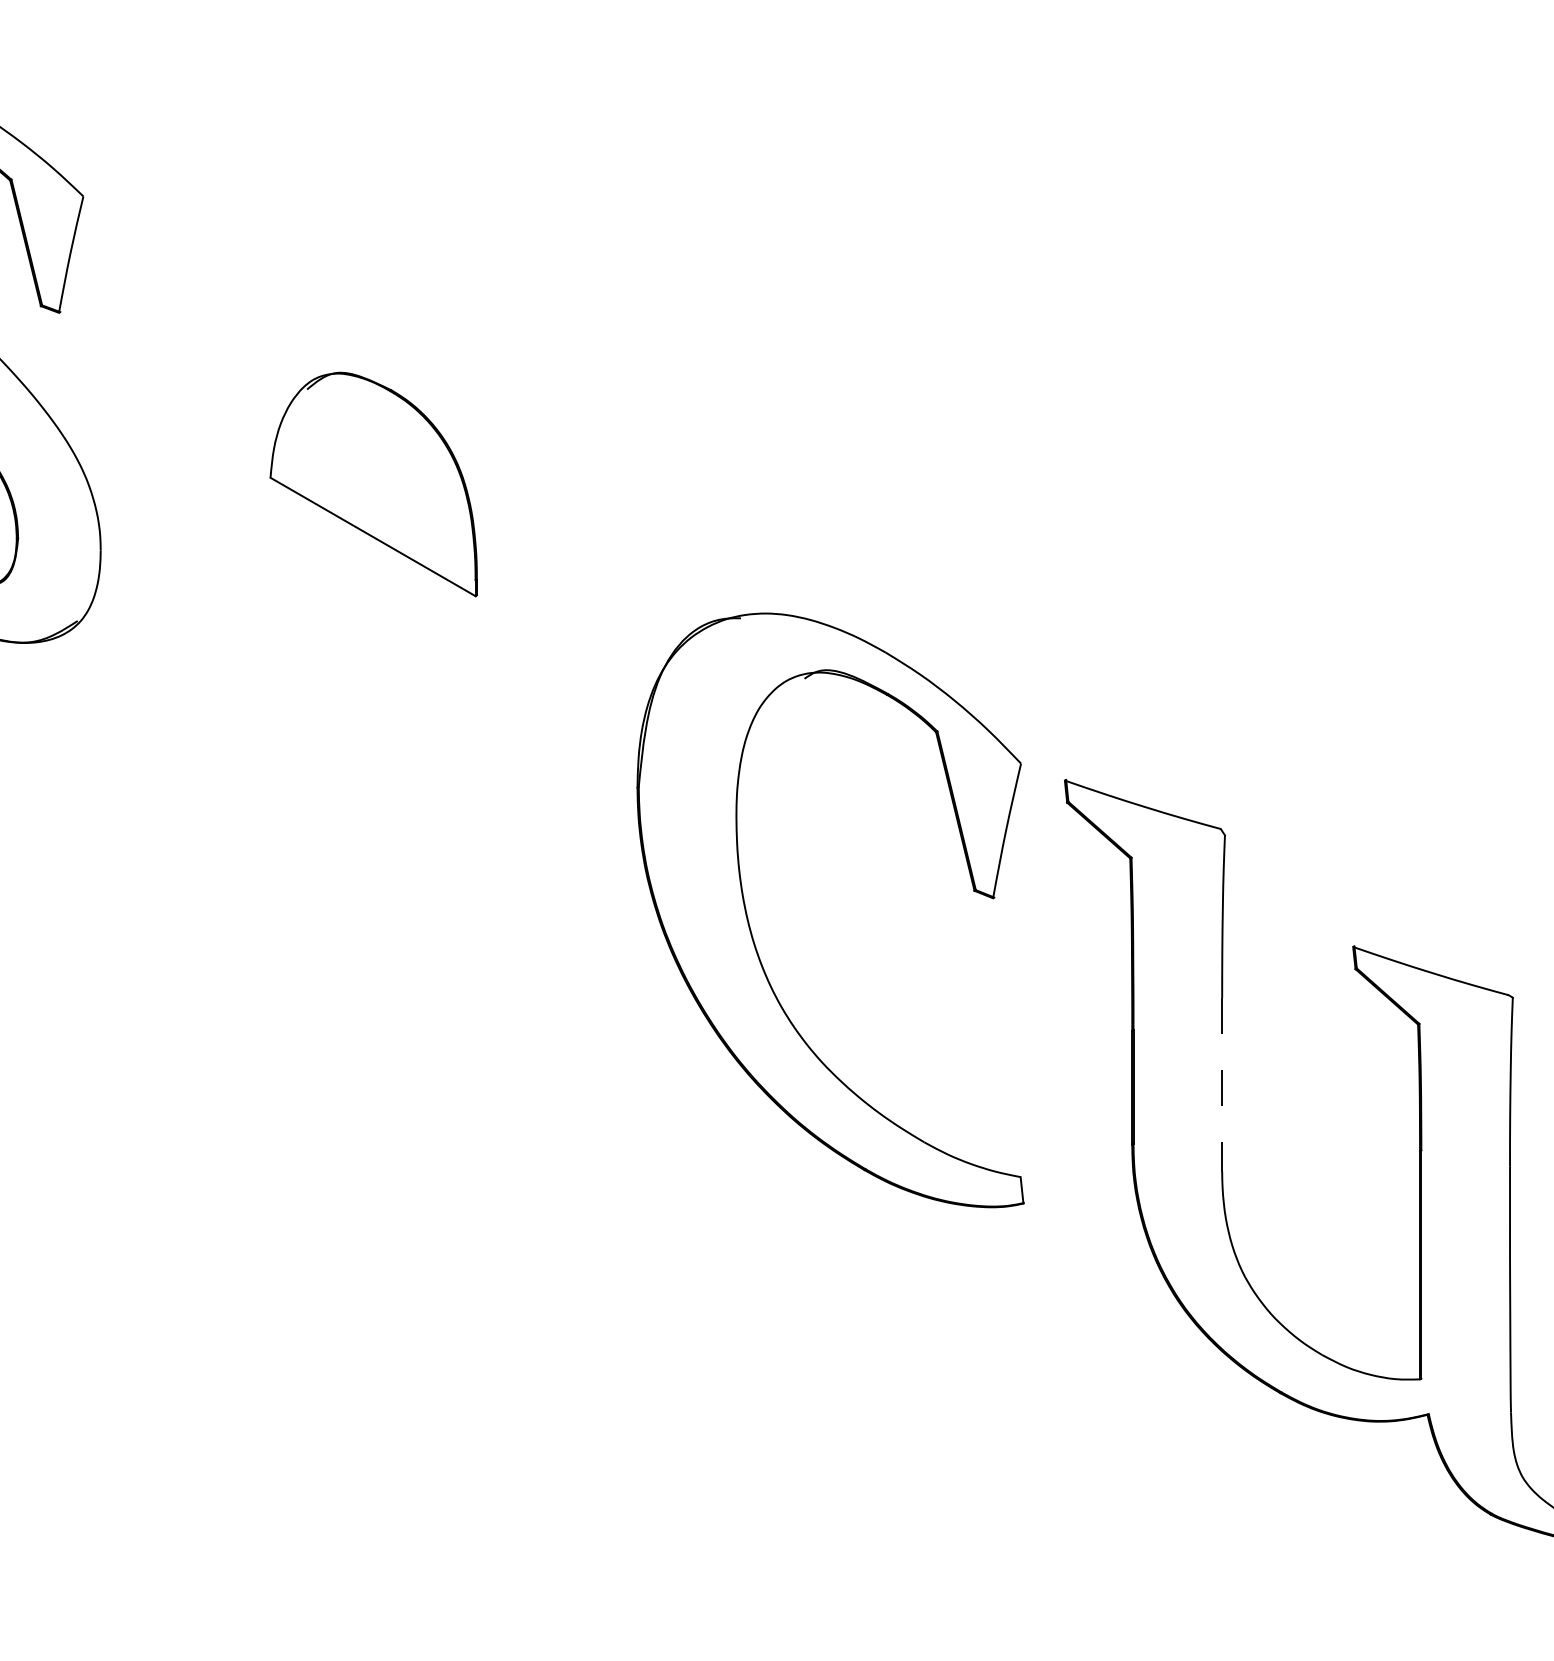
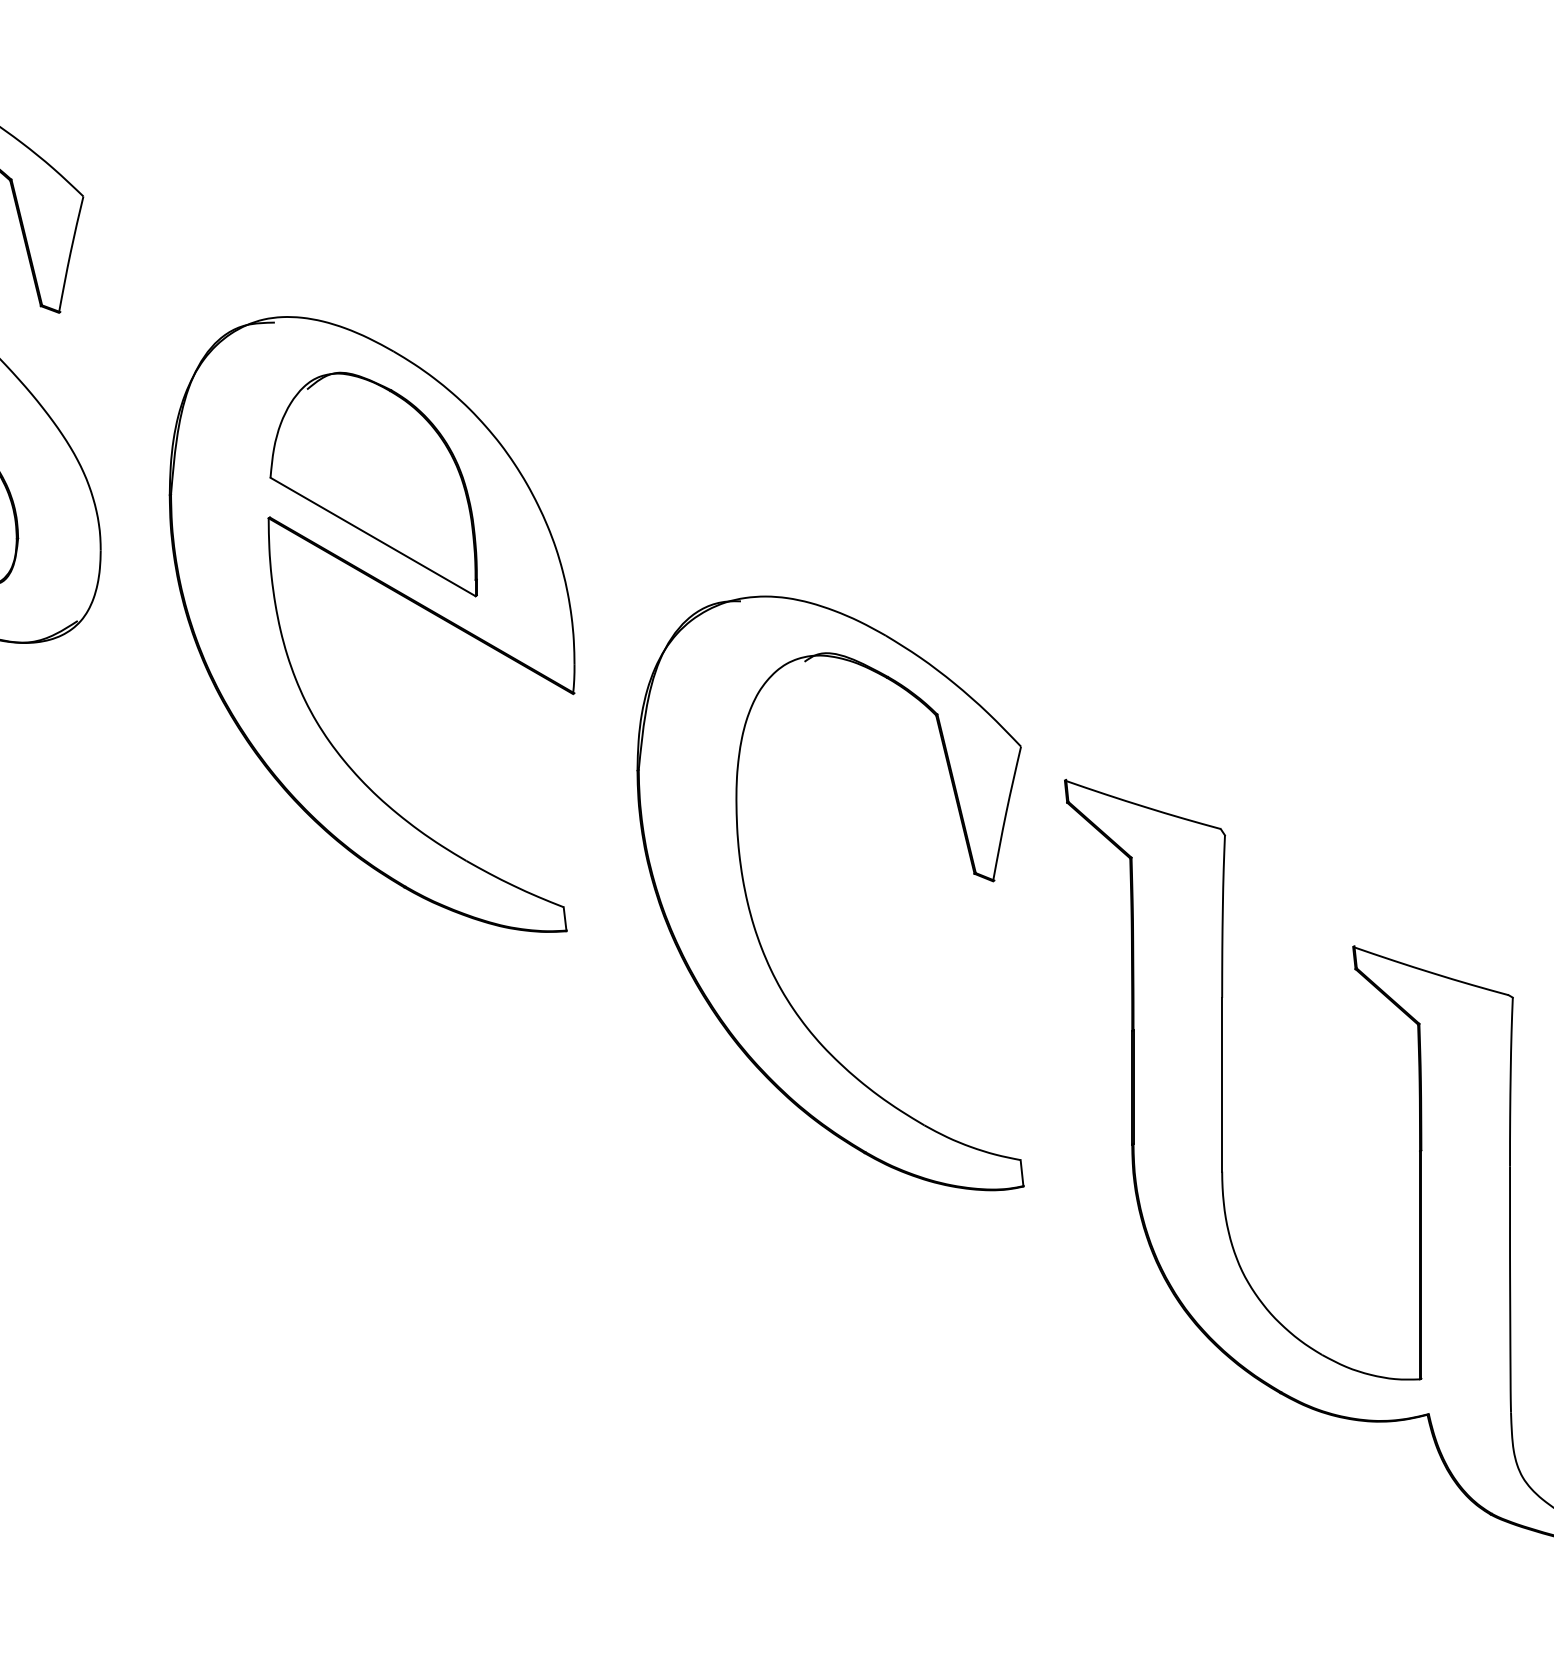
part at (389, 589): none -> present
part at (751, 929) position: (751, 929) -> (751, 912)
line at (1222, 1084): dashed -> solid
